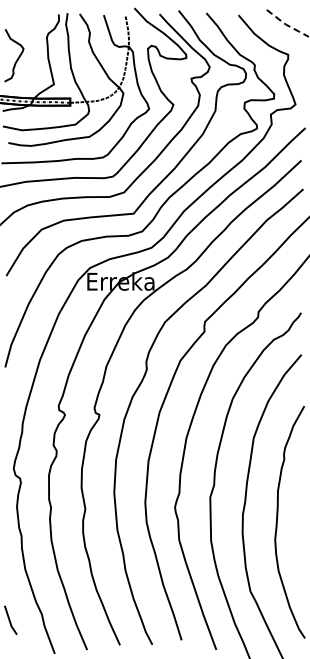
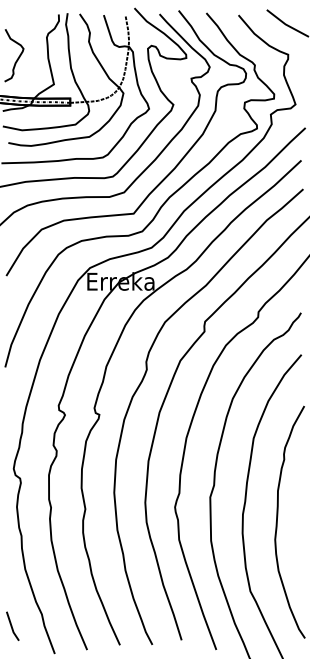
line at (286, 24): dashed -> solid
line at (10, 619) position: (10, 619) -> (12, 625)
